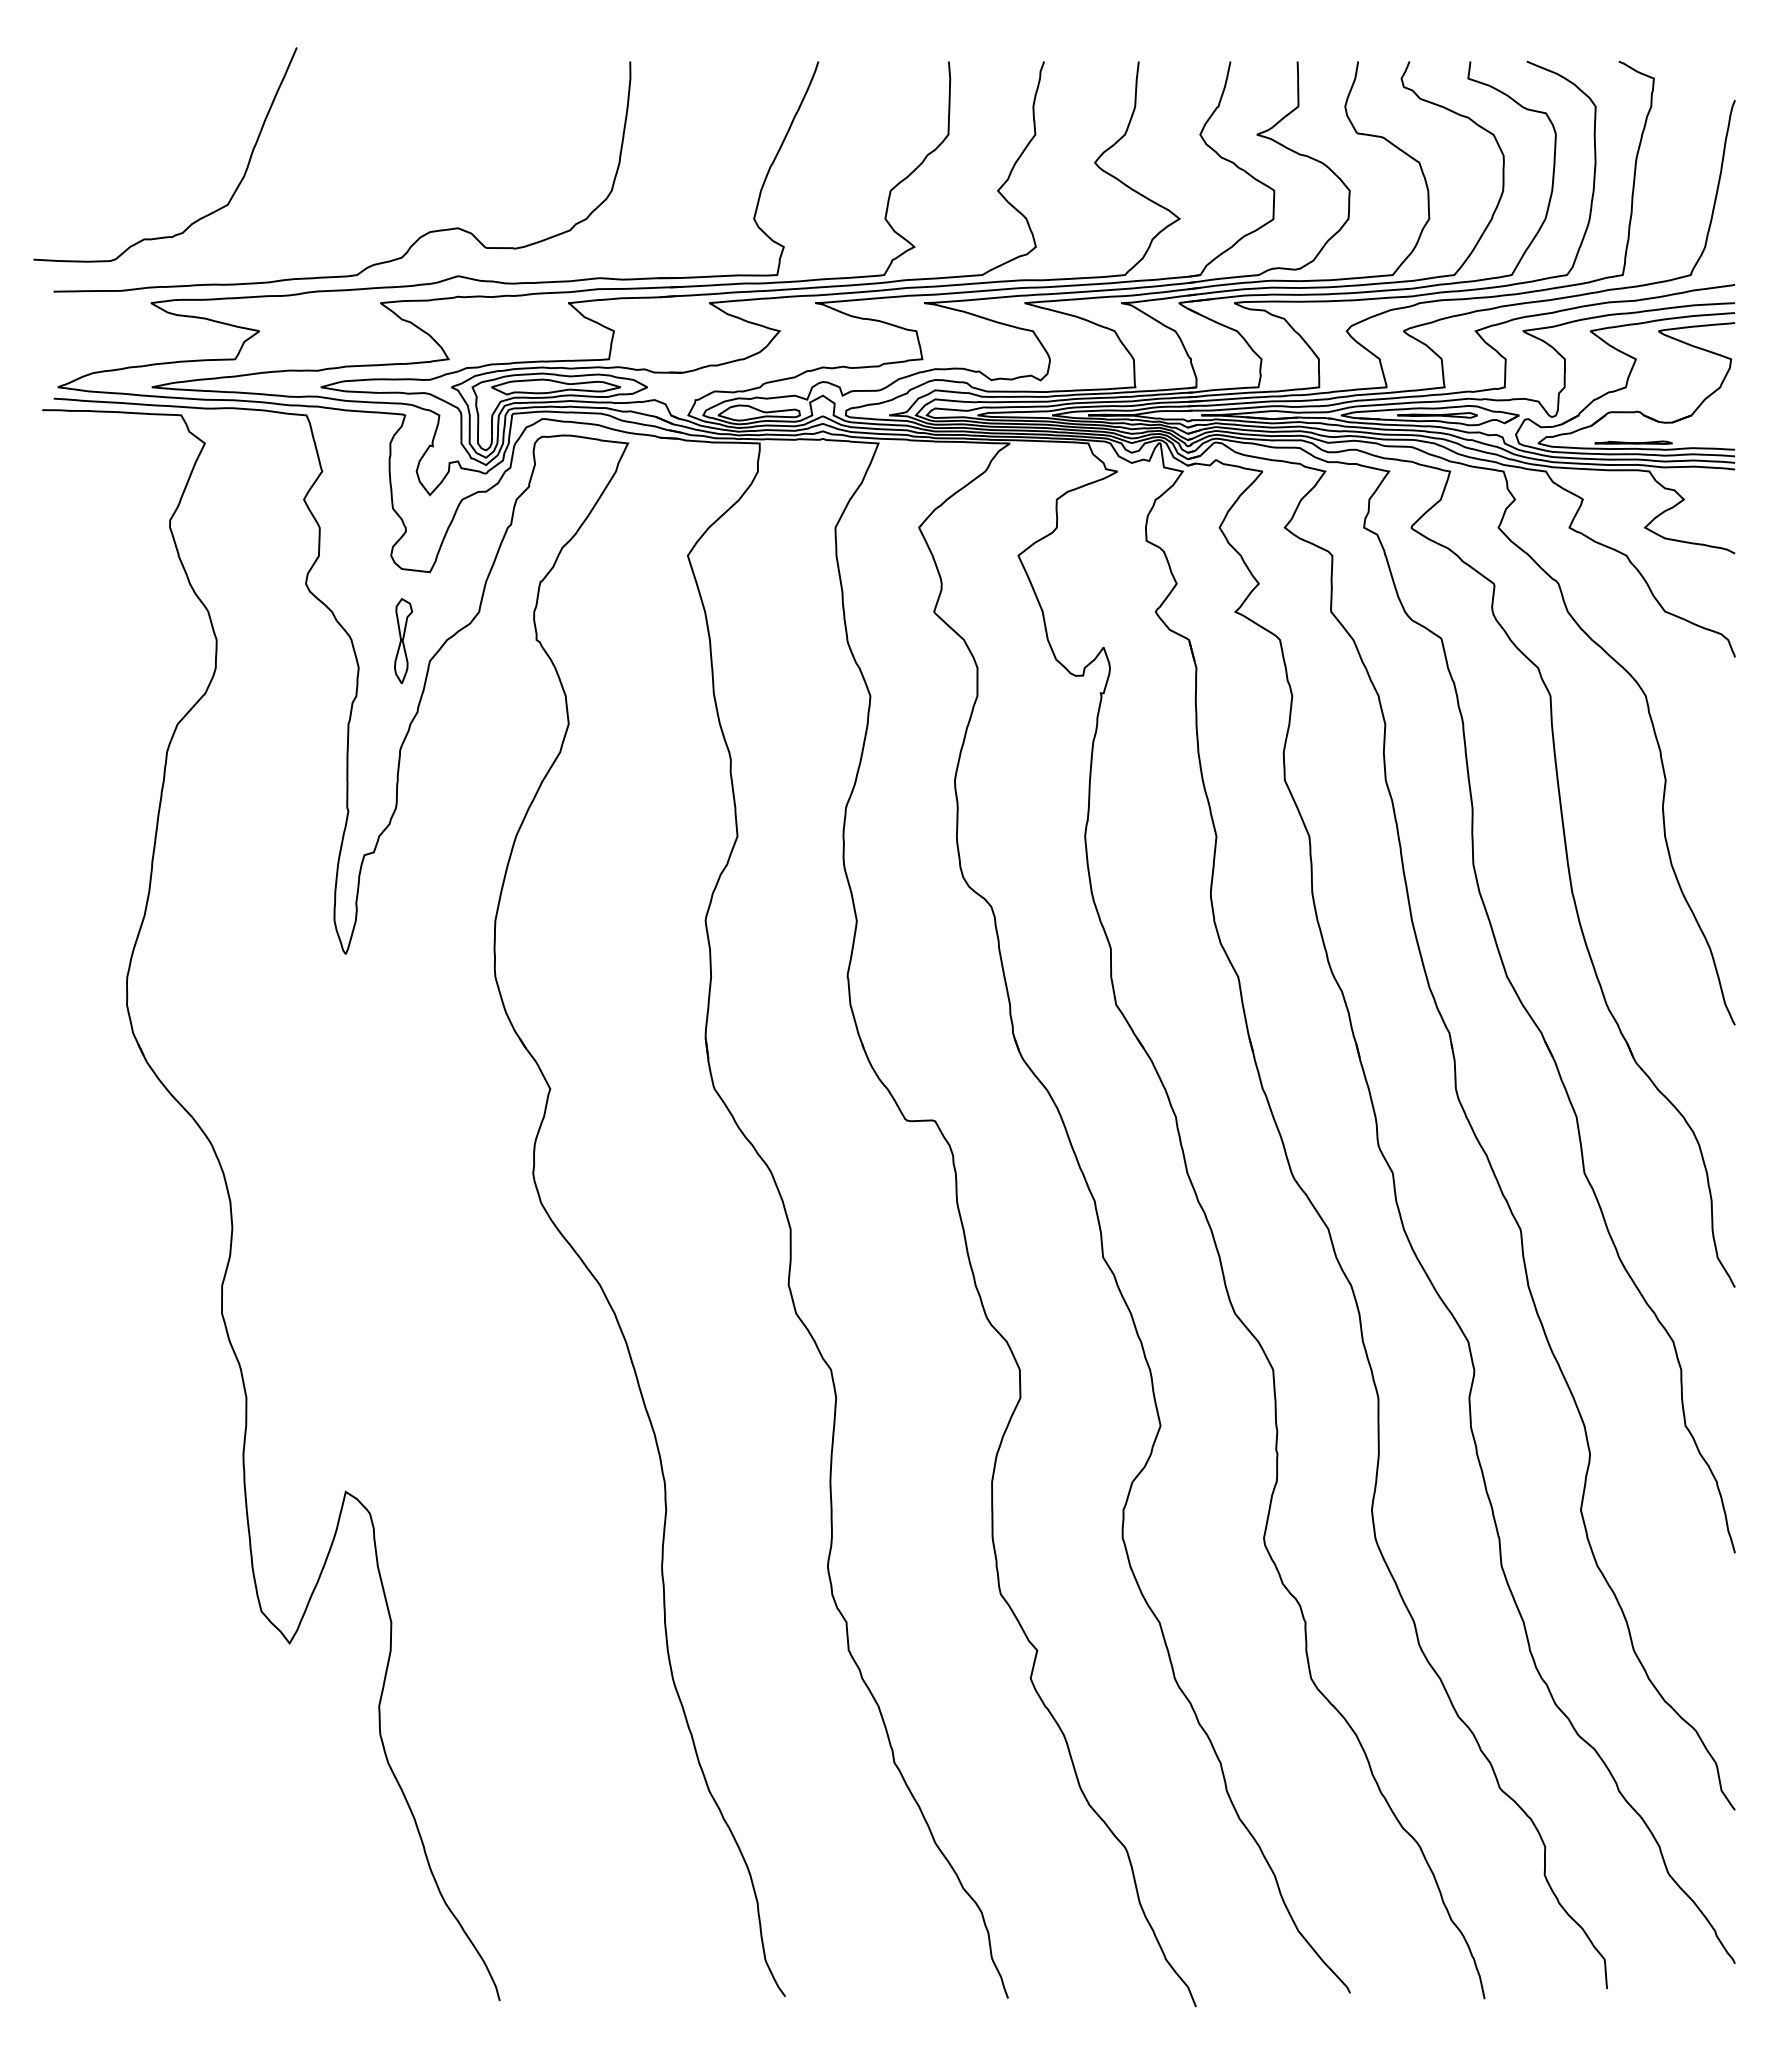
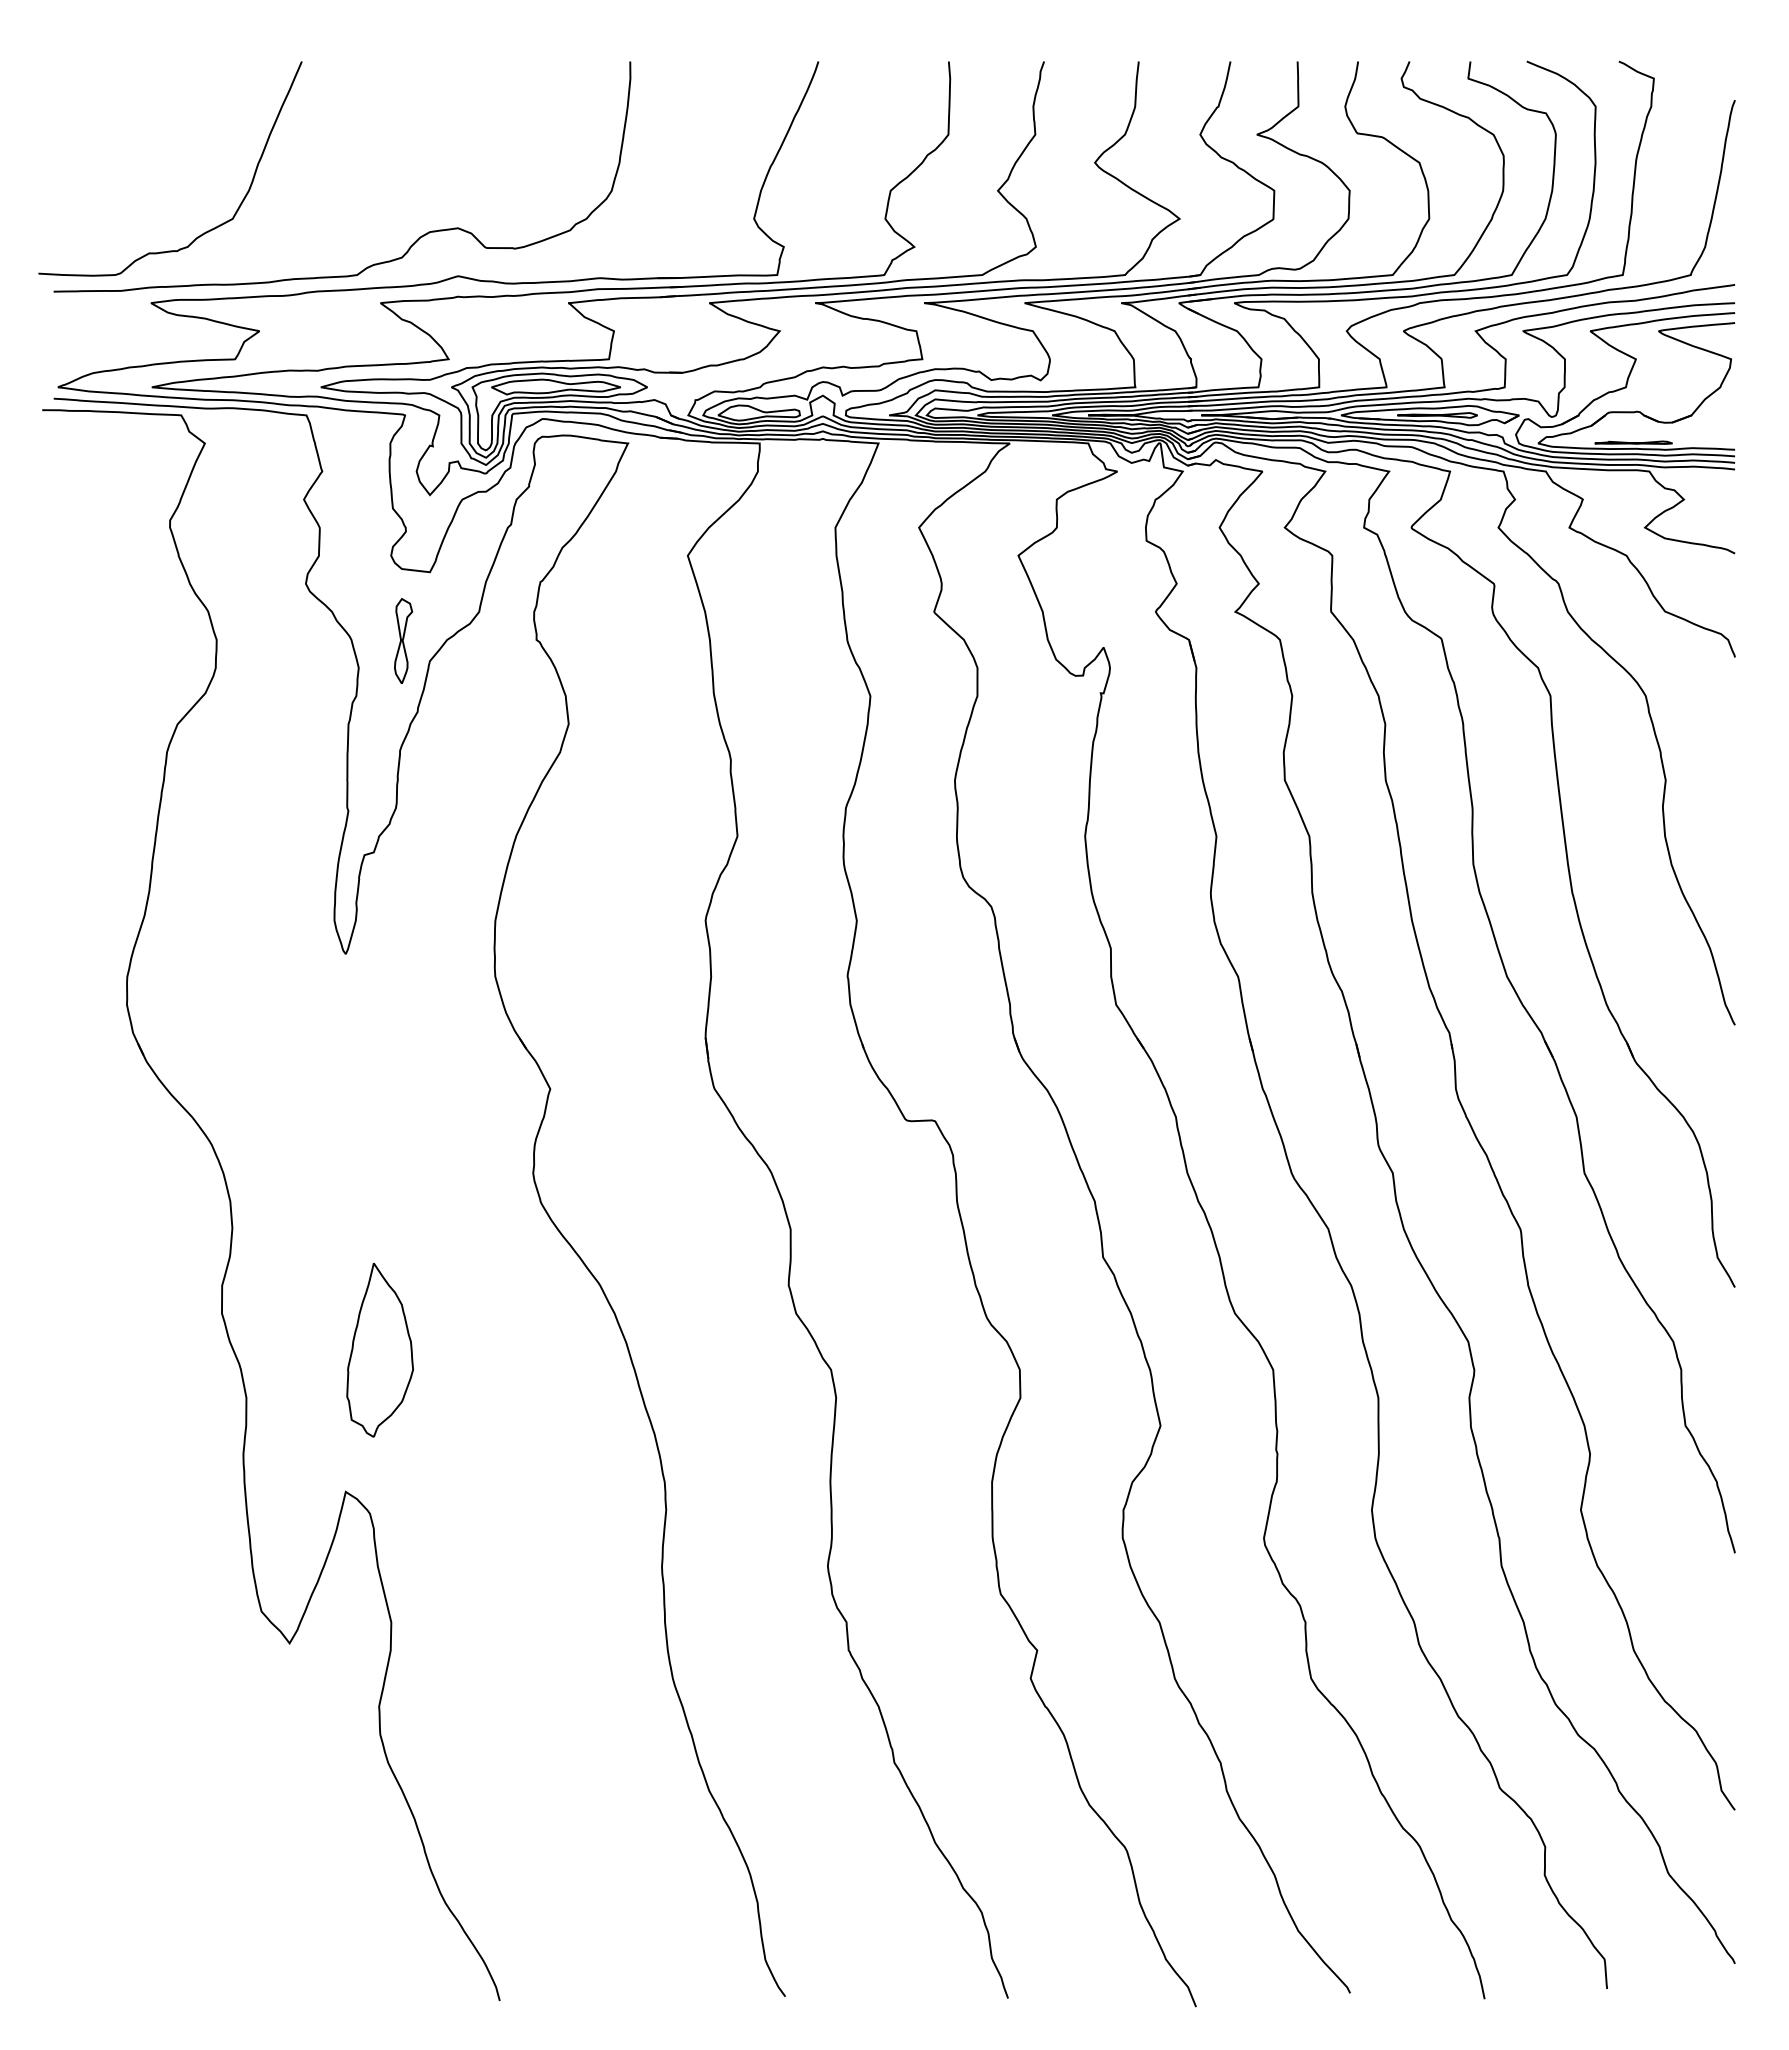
curve at (200, 217) position: (200, 217) -> (205, 231)
part at (379, 1350): none -> present
